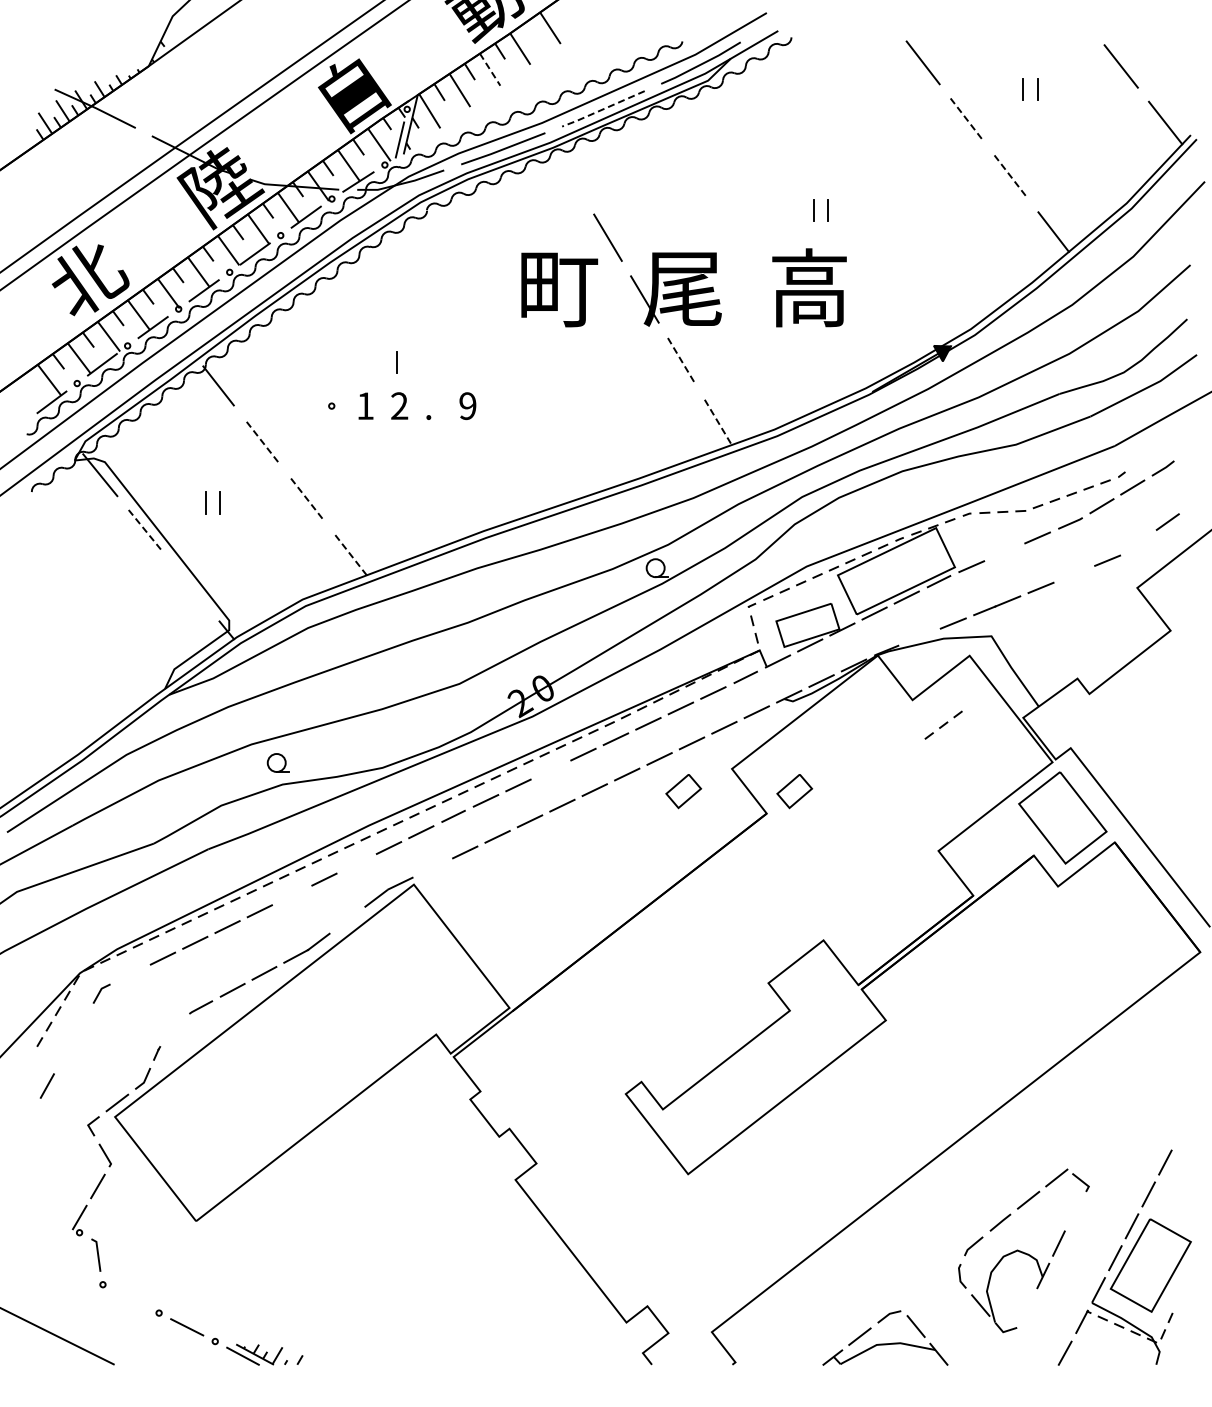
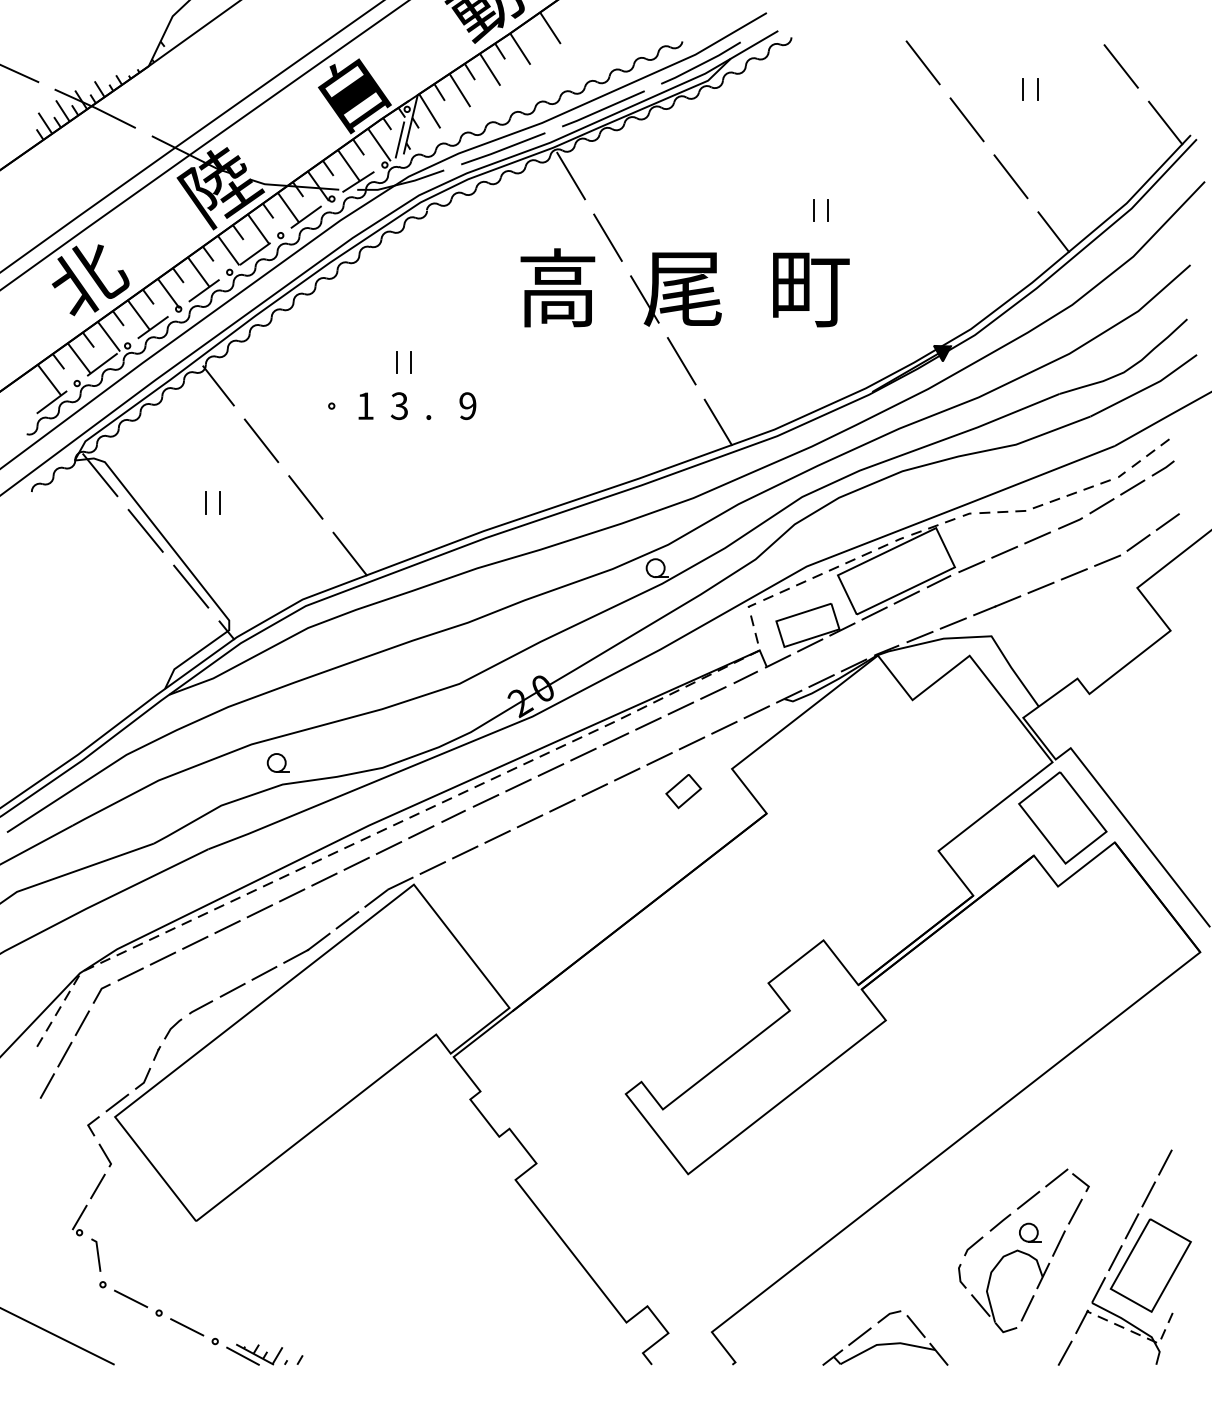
line at (490, 70): dashed -> solid
line at (20, 73): none -> present
line at (602, 109): dashed -> solid
line at (967, 119): dashed -> solid
line at (570, 175): none -> present
line at (1011, 176): dashed -> solid
text at (559, 287): 町 -> 高
text at (810, 287): 高 -> 町
line at (681, 361): dashed -> solid
line at (410, 362): none -> present
text at (399, 406): 2 -> 3
line at (718, 422): dashed -> solid
line at (261, 440): dashed -> solid
line at (305, 497): dashed -> solid
line at (145, 530): dashed -> solid
line at (1138, 542): none -> present
line at (1004, 551): none -> present
line at (350, 554): dashed -> solid
line at (1073, 574): none -> present
line at (191, 586): none -> present
line at (919, 637): none -> present
part at (943, 724) position: (943, 724) -> (1150, 452)
line at (550, 769): none -> present
part at (794, 791): present -> none
line at (356, 863): none -> present
line at (432, 867): none -> present
line at (292, 895): none -> present
line at (347, 920): none -> present
line at (130, 974): none -> present
line at (173, 1027): none -> present
line at (74, 1035): none -> present
line at (1075, 1211): none -> present
part at (1030, 1232): none -> present
line at (131, 1298): none -> present
line at (1027, 1308): none -> present
